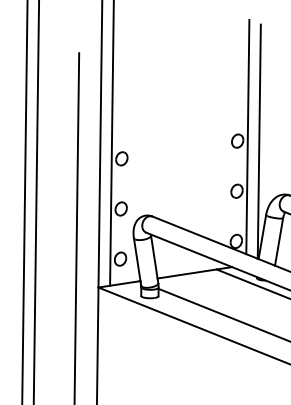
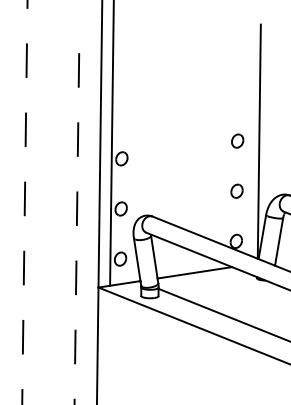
line at (247, 137): present -> none
line at (36, 201): present -> none
line at (24, 202): solid -> dashed
line at (76, 229): solid -> dashed
line at (251, 283): present -> none
